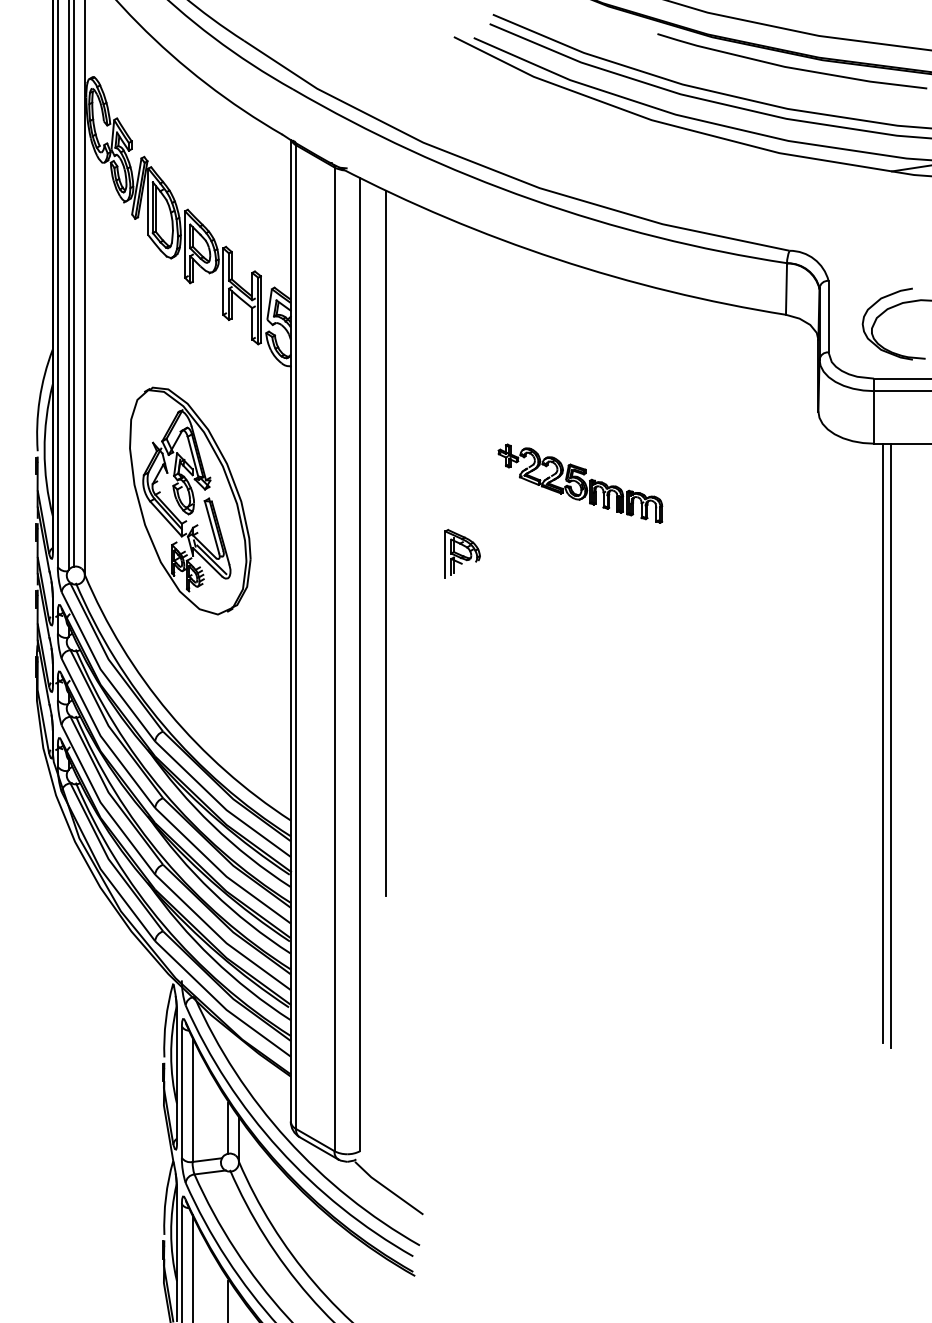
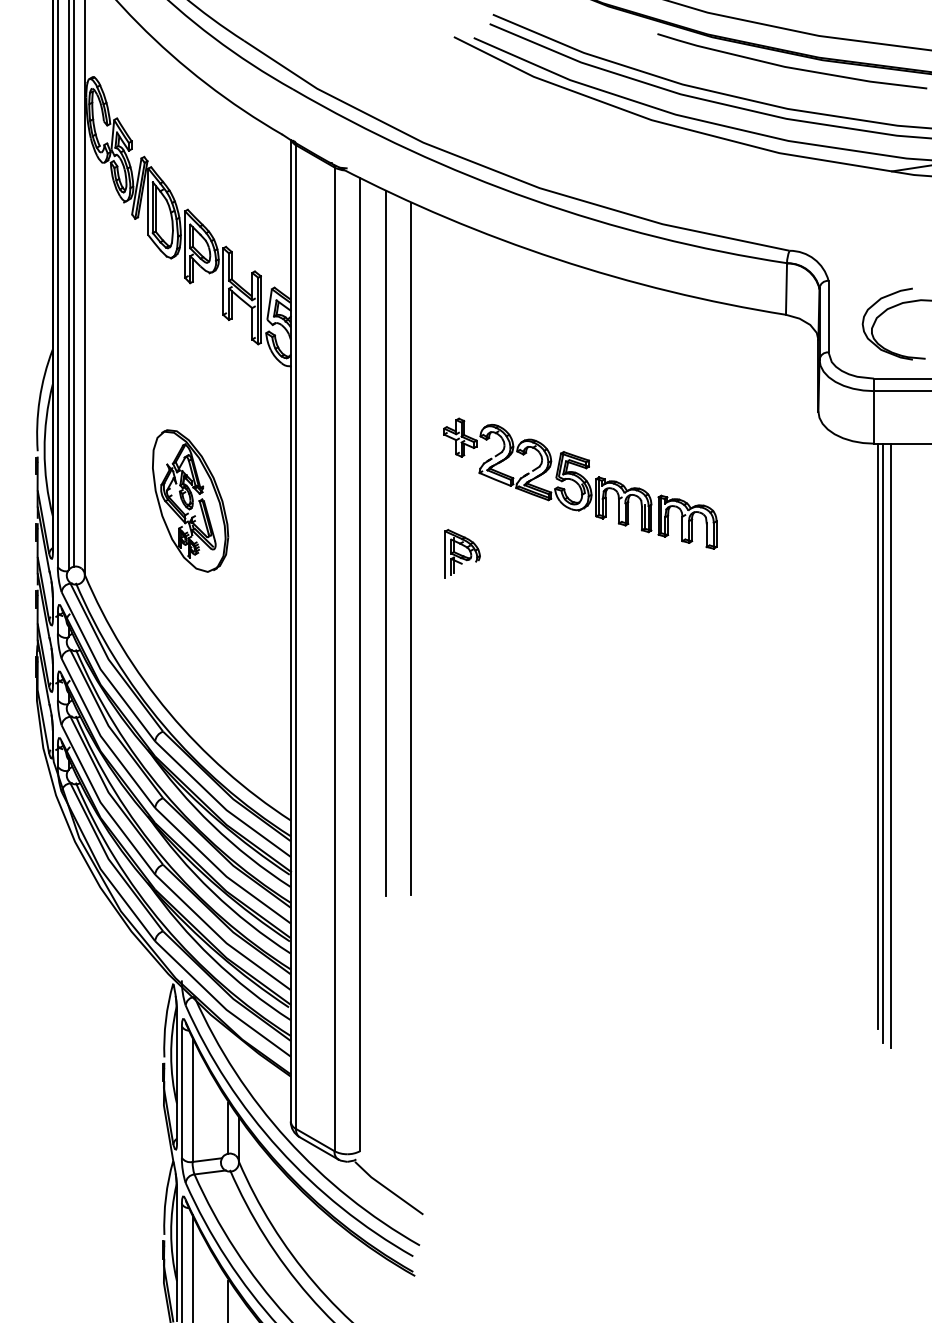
part at (580, 483) size: 167x81 px -> 275x133 px
part at (190, 500) size: 123x230 px -> 78x144 px
line at (411, 549): none -> present
line at (877, 735): none -> present
